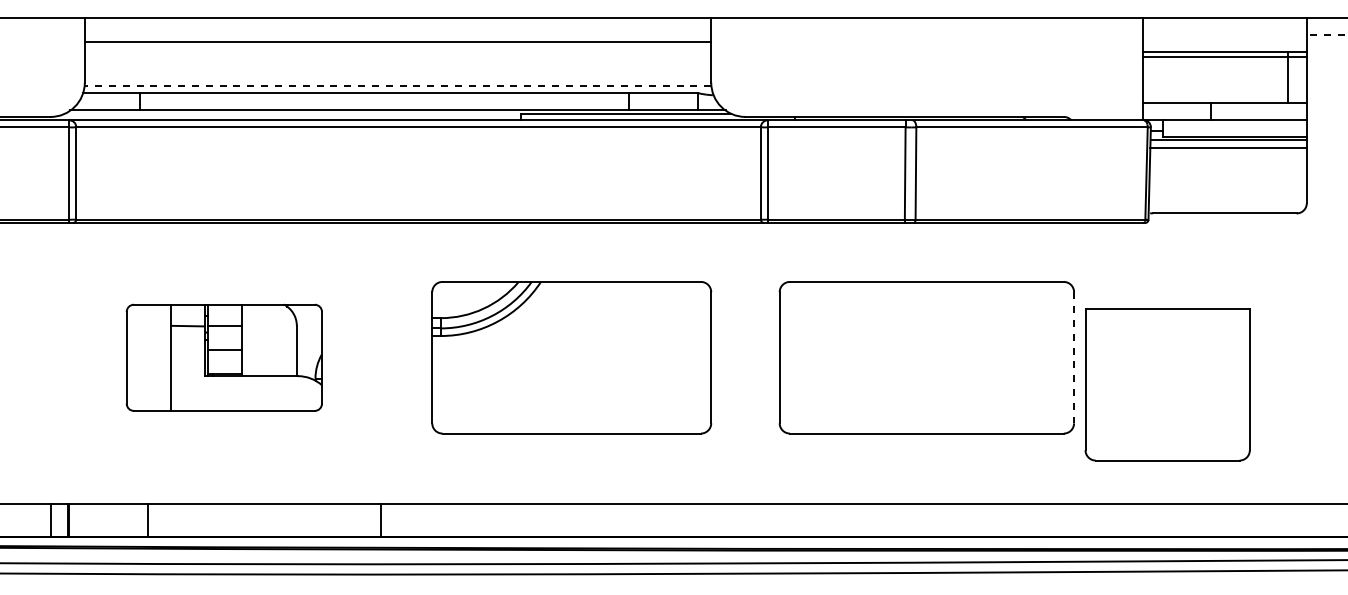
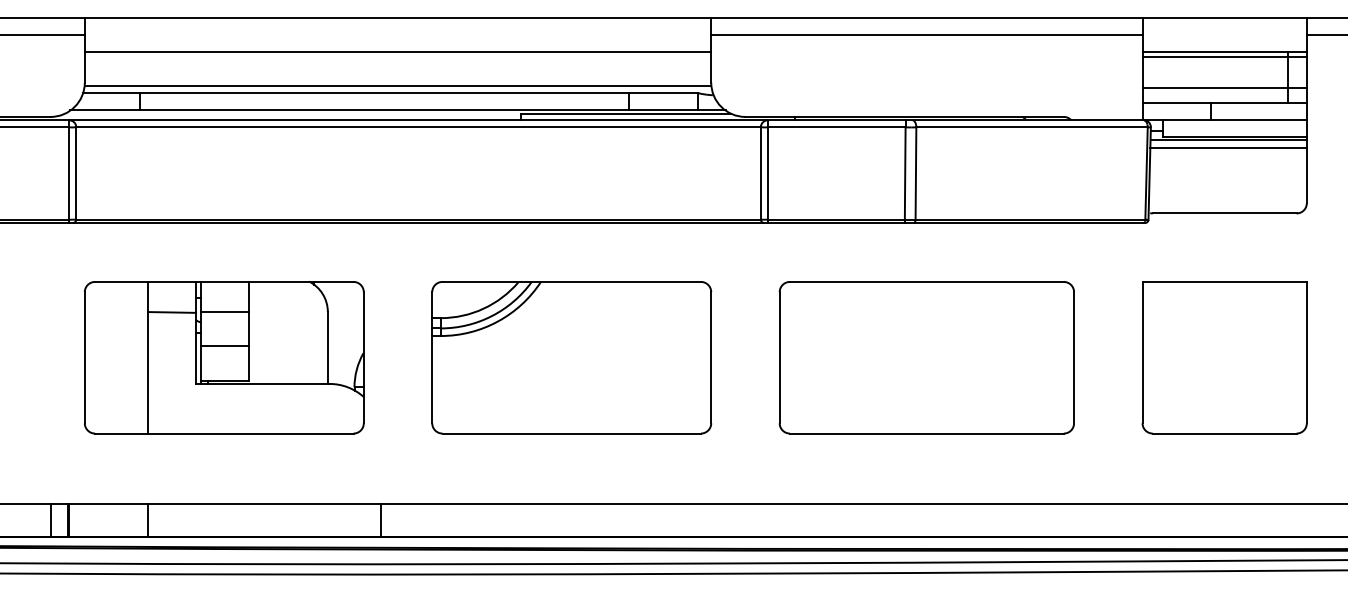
line at (43, 34): none -> present
line at (926, 34): none -> present
line at (1326, 34): dashed -> solid
line at (397, 41) position: (397, 41) -> (397, 51)
line at (397, 86): dashed -> solid
line at (1224, 88): none -> present
part at (223, 357) size: 198x109 px -> 281x154 px
line at (1074, 357): dashed -> solid
part at (1167, 384) position: (1167, 384) -> (1224, 357)
